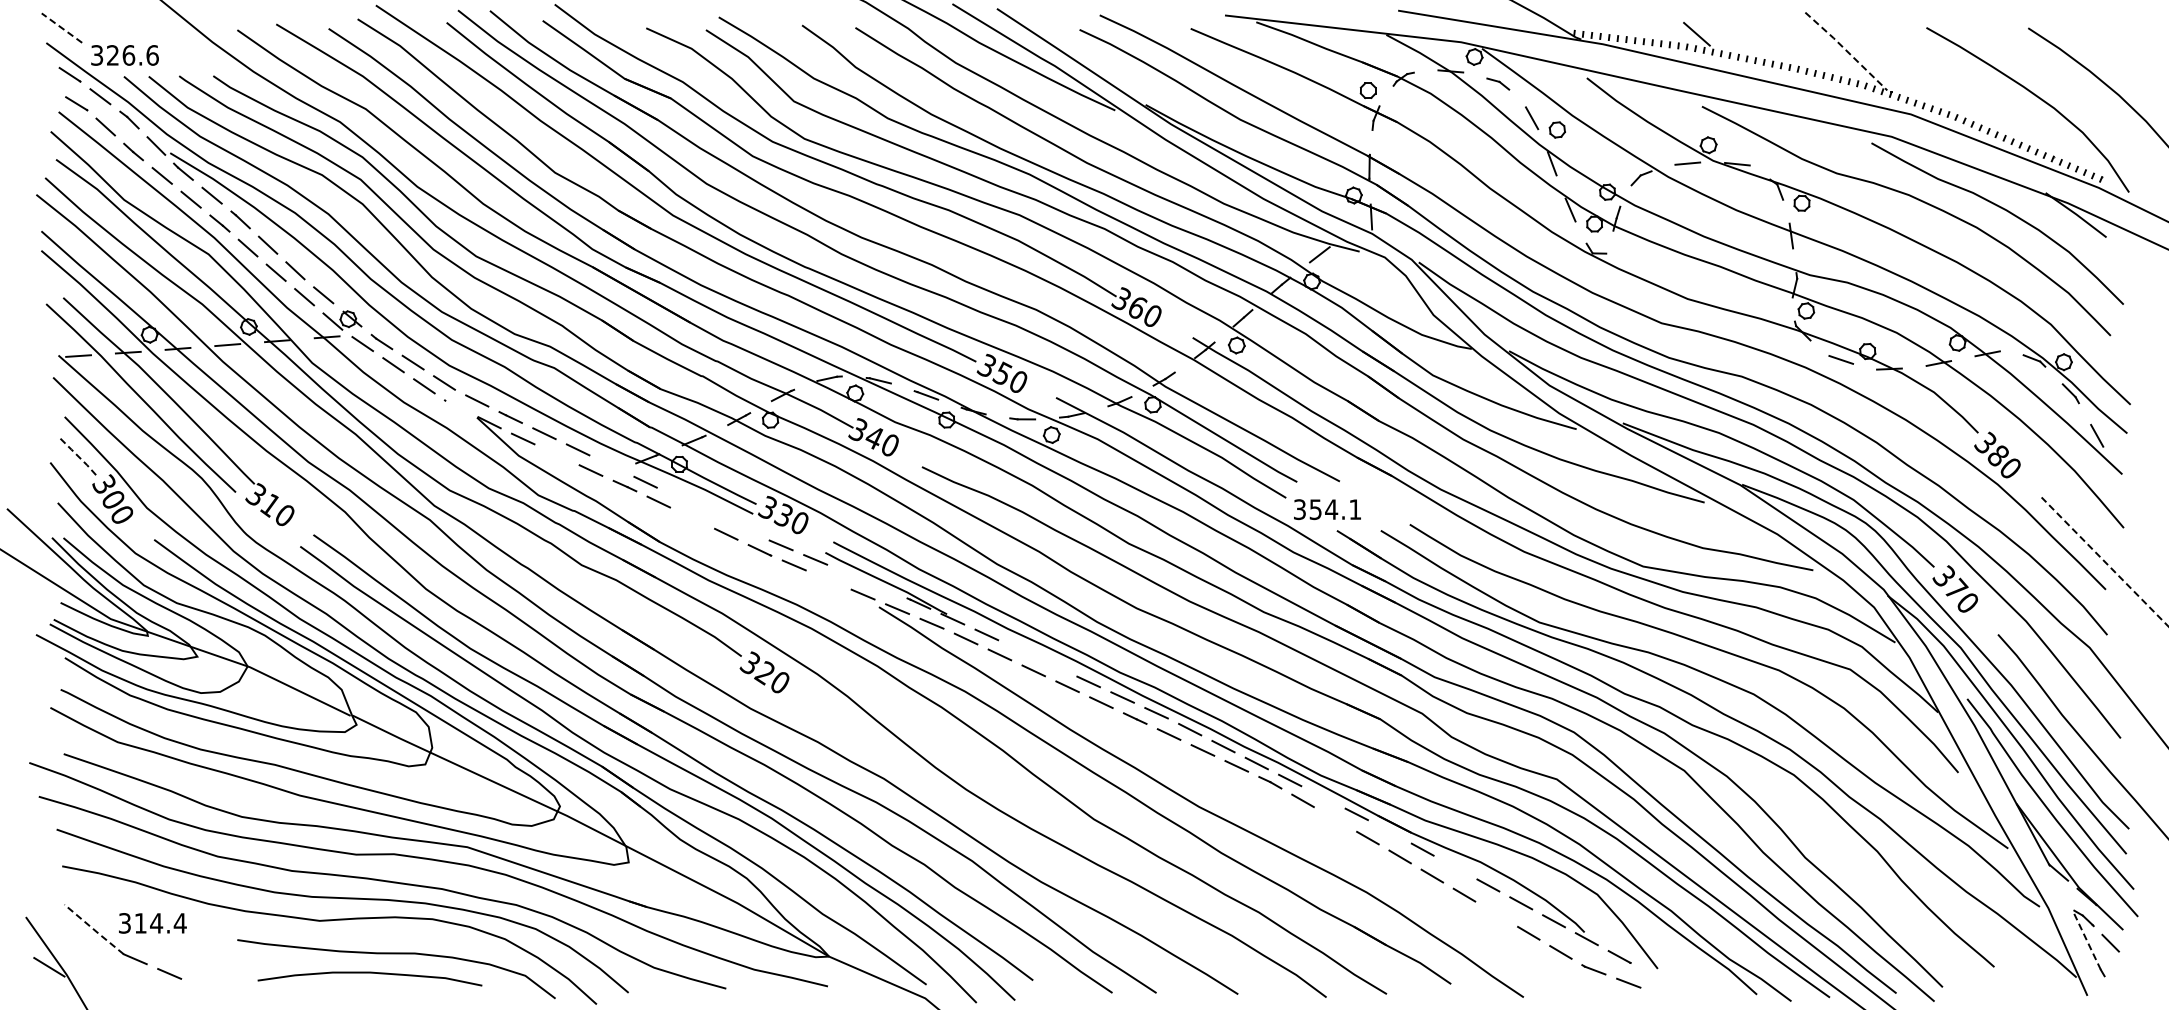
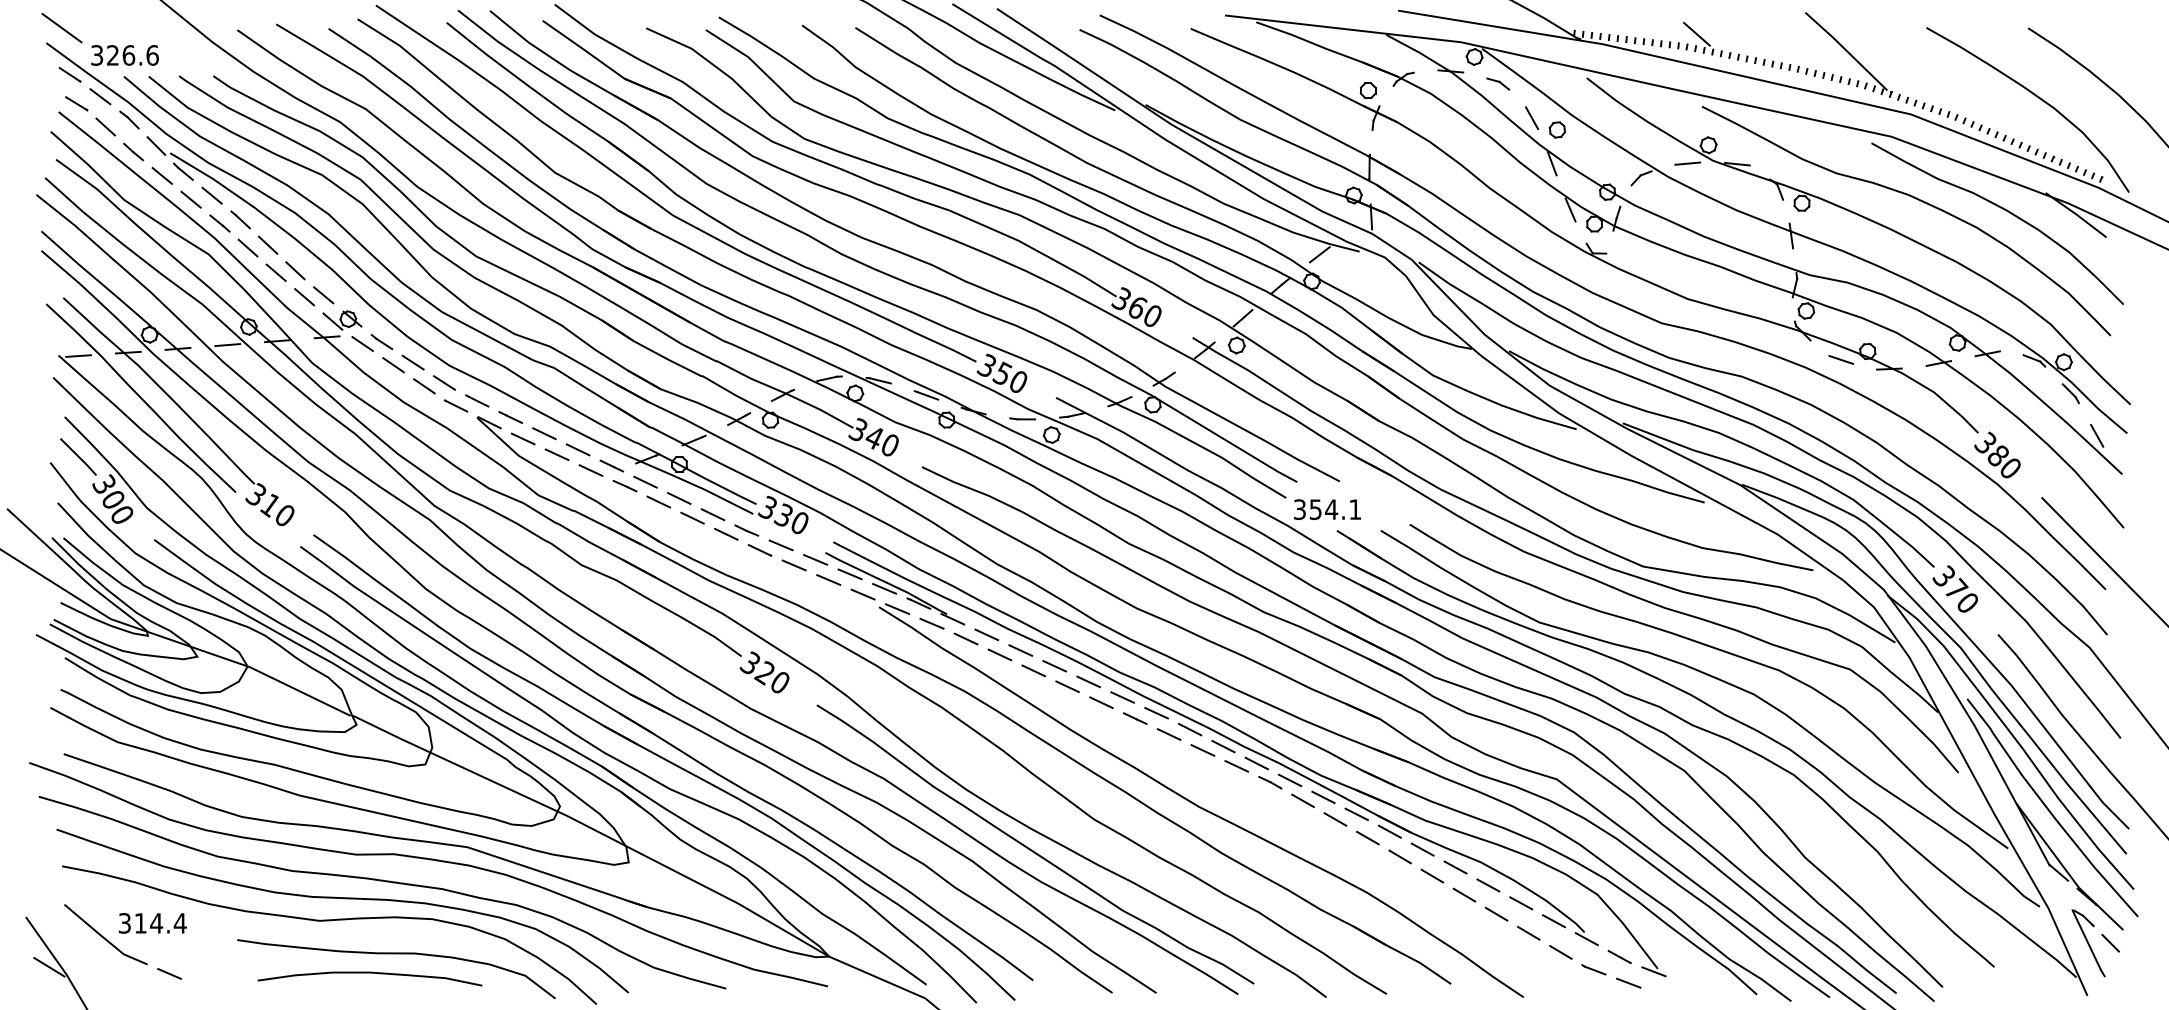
line at (61, 27): dashed -> solid
line at (1846, 51): dashed -> solid
line at (456, 405): none -> present
line at (556, 454): none -> present
line at (78, 457): dashed -> solid
line at (611, 465): none -> present
line at (679, 498): none -> present
line at (712, 514): none -> present
line at (692, 517): none -> present
line at (746, 530): none -> present
line at (2104, 561): dashed -> solid
line at (849, 574): none -> present
line at (828, 579): none -> present
line at (884, 588): none -> present
line at (1020, 650): none -> present
line at (1054, 666): none -> present
line at (1323, 797): none -> present
line at (1335, 819): none -> present
line at (1389, 831): none -> present
curve at (1033, 850): none -> present
line at (1455, 867): none -> present
line at (1496, 913): none -> present
line at (94, 929): dashed -> solid
line at (2086, 940): dashed -> solid
line at (1653, 971): none -> present
